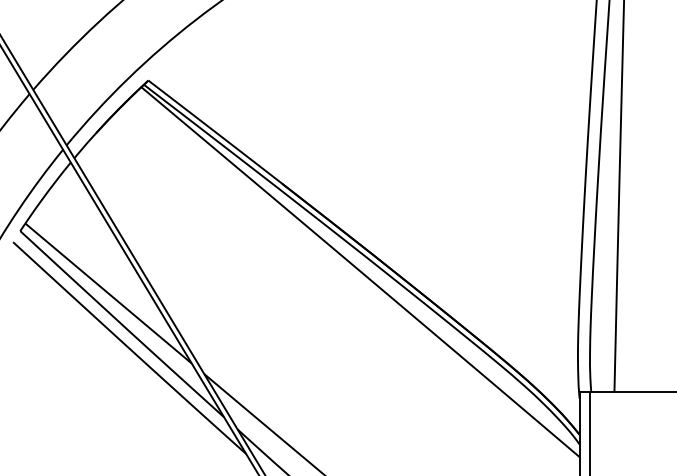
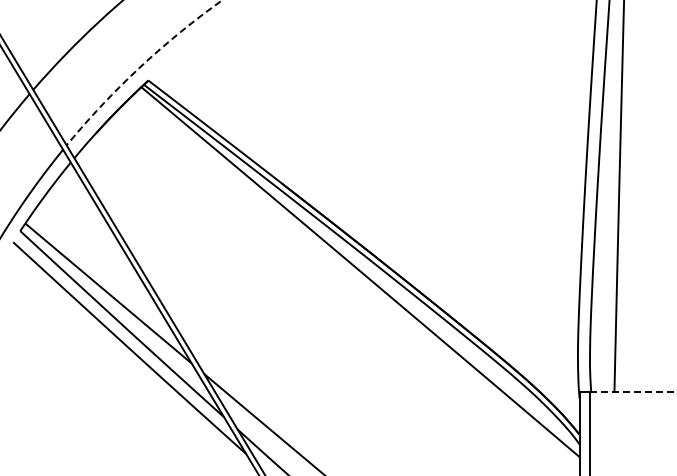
arc at (140, 67): solid -> dashed
line at (633, 391): solid -> dashed
